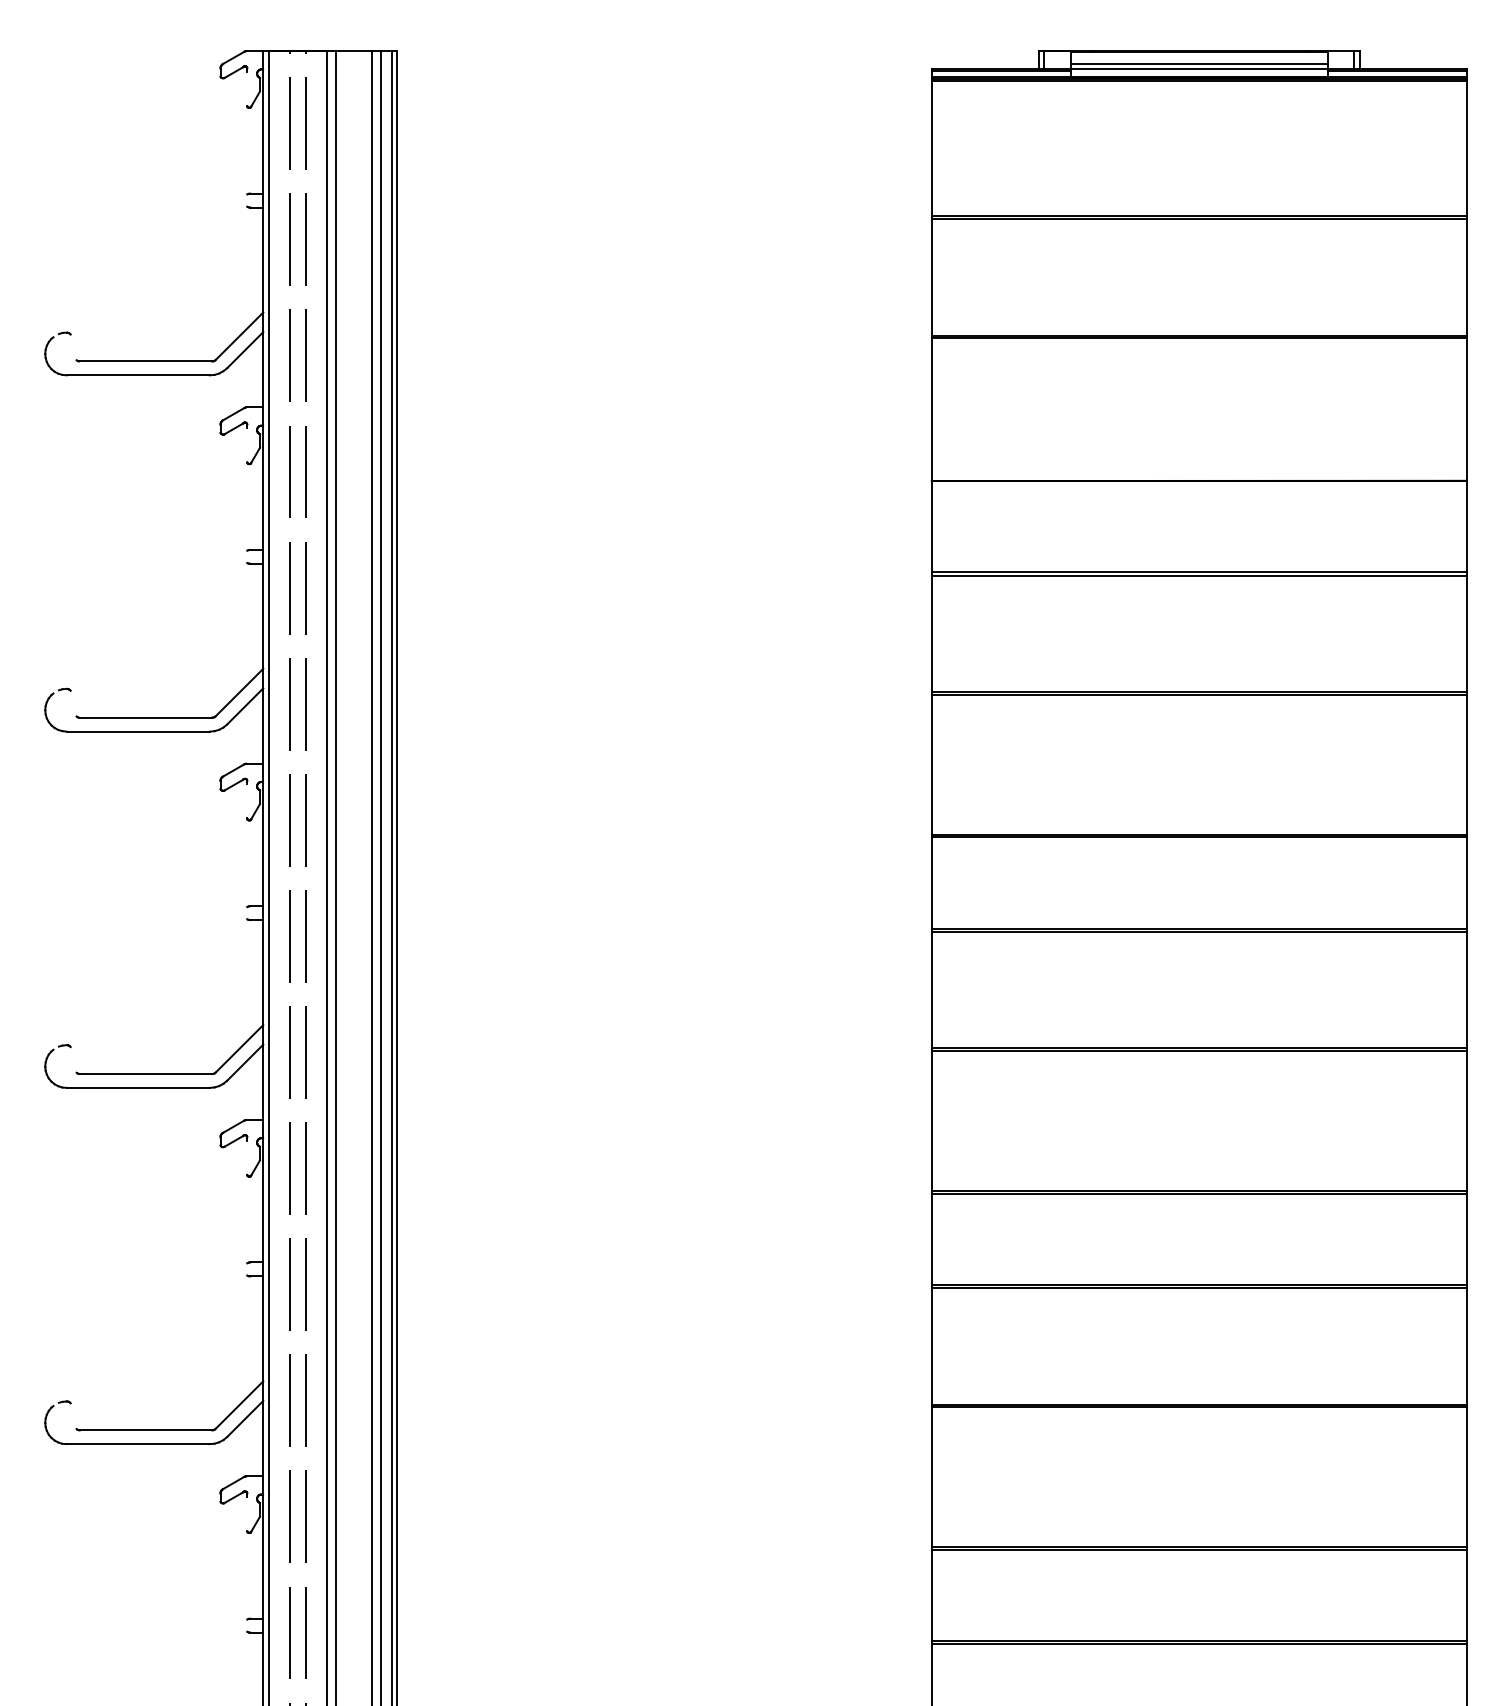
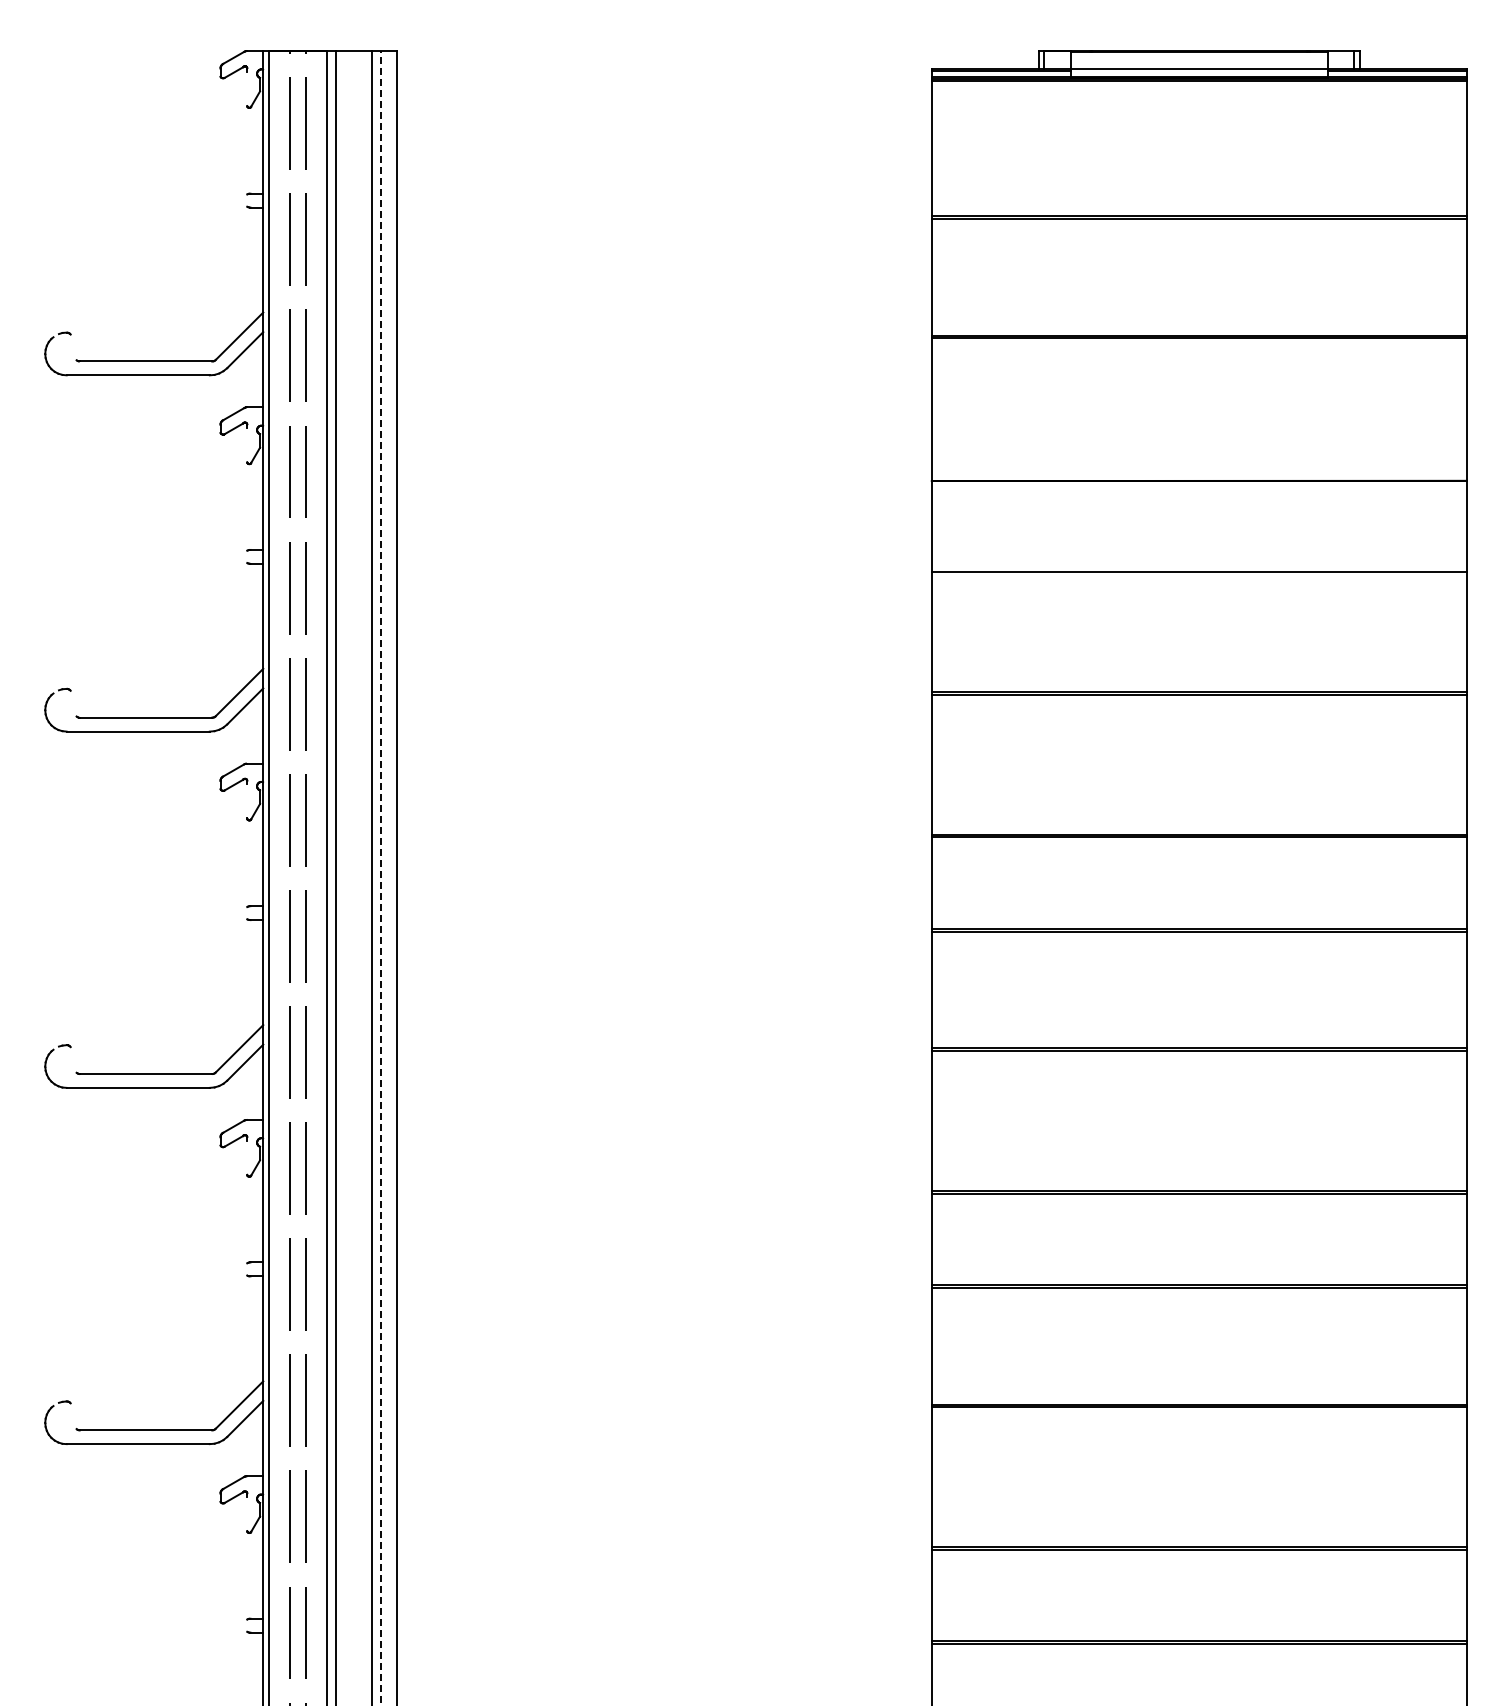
line at (1198, 63): present -> none
line at (1198, 575): present -> none
line at (391, 876): present -> none
line at (380, 877): solid -> dashed
